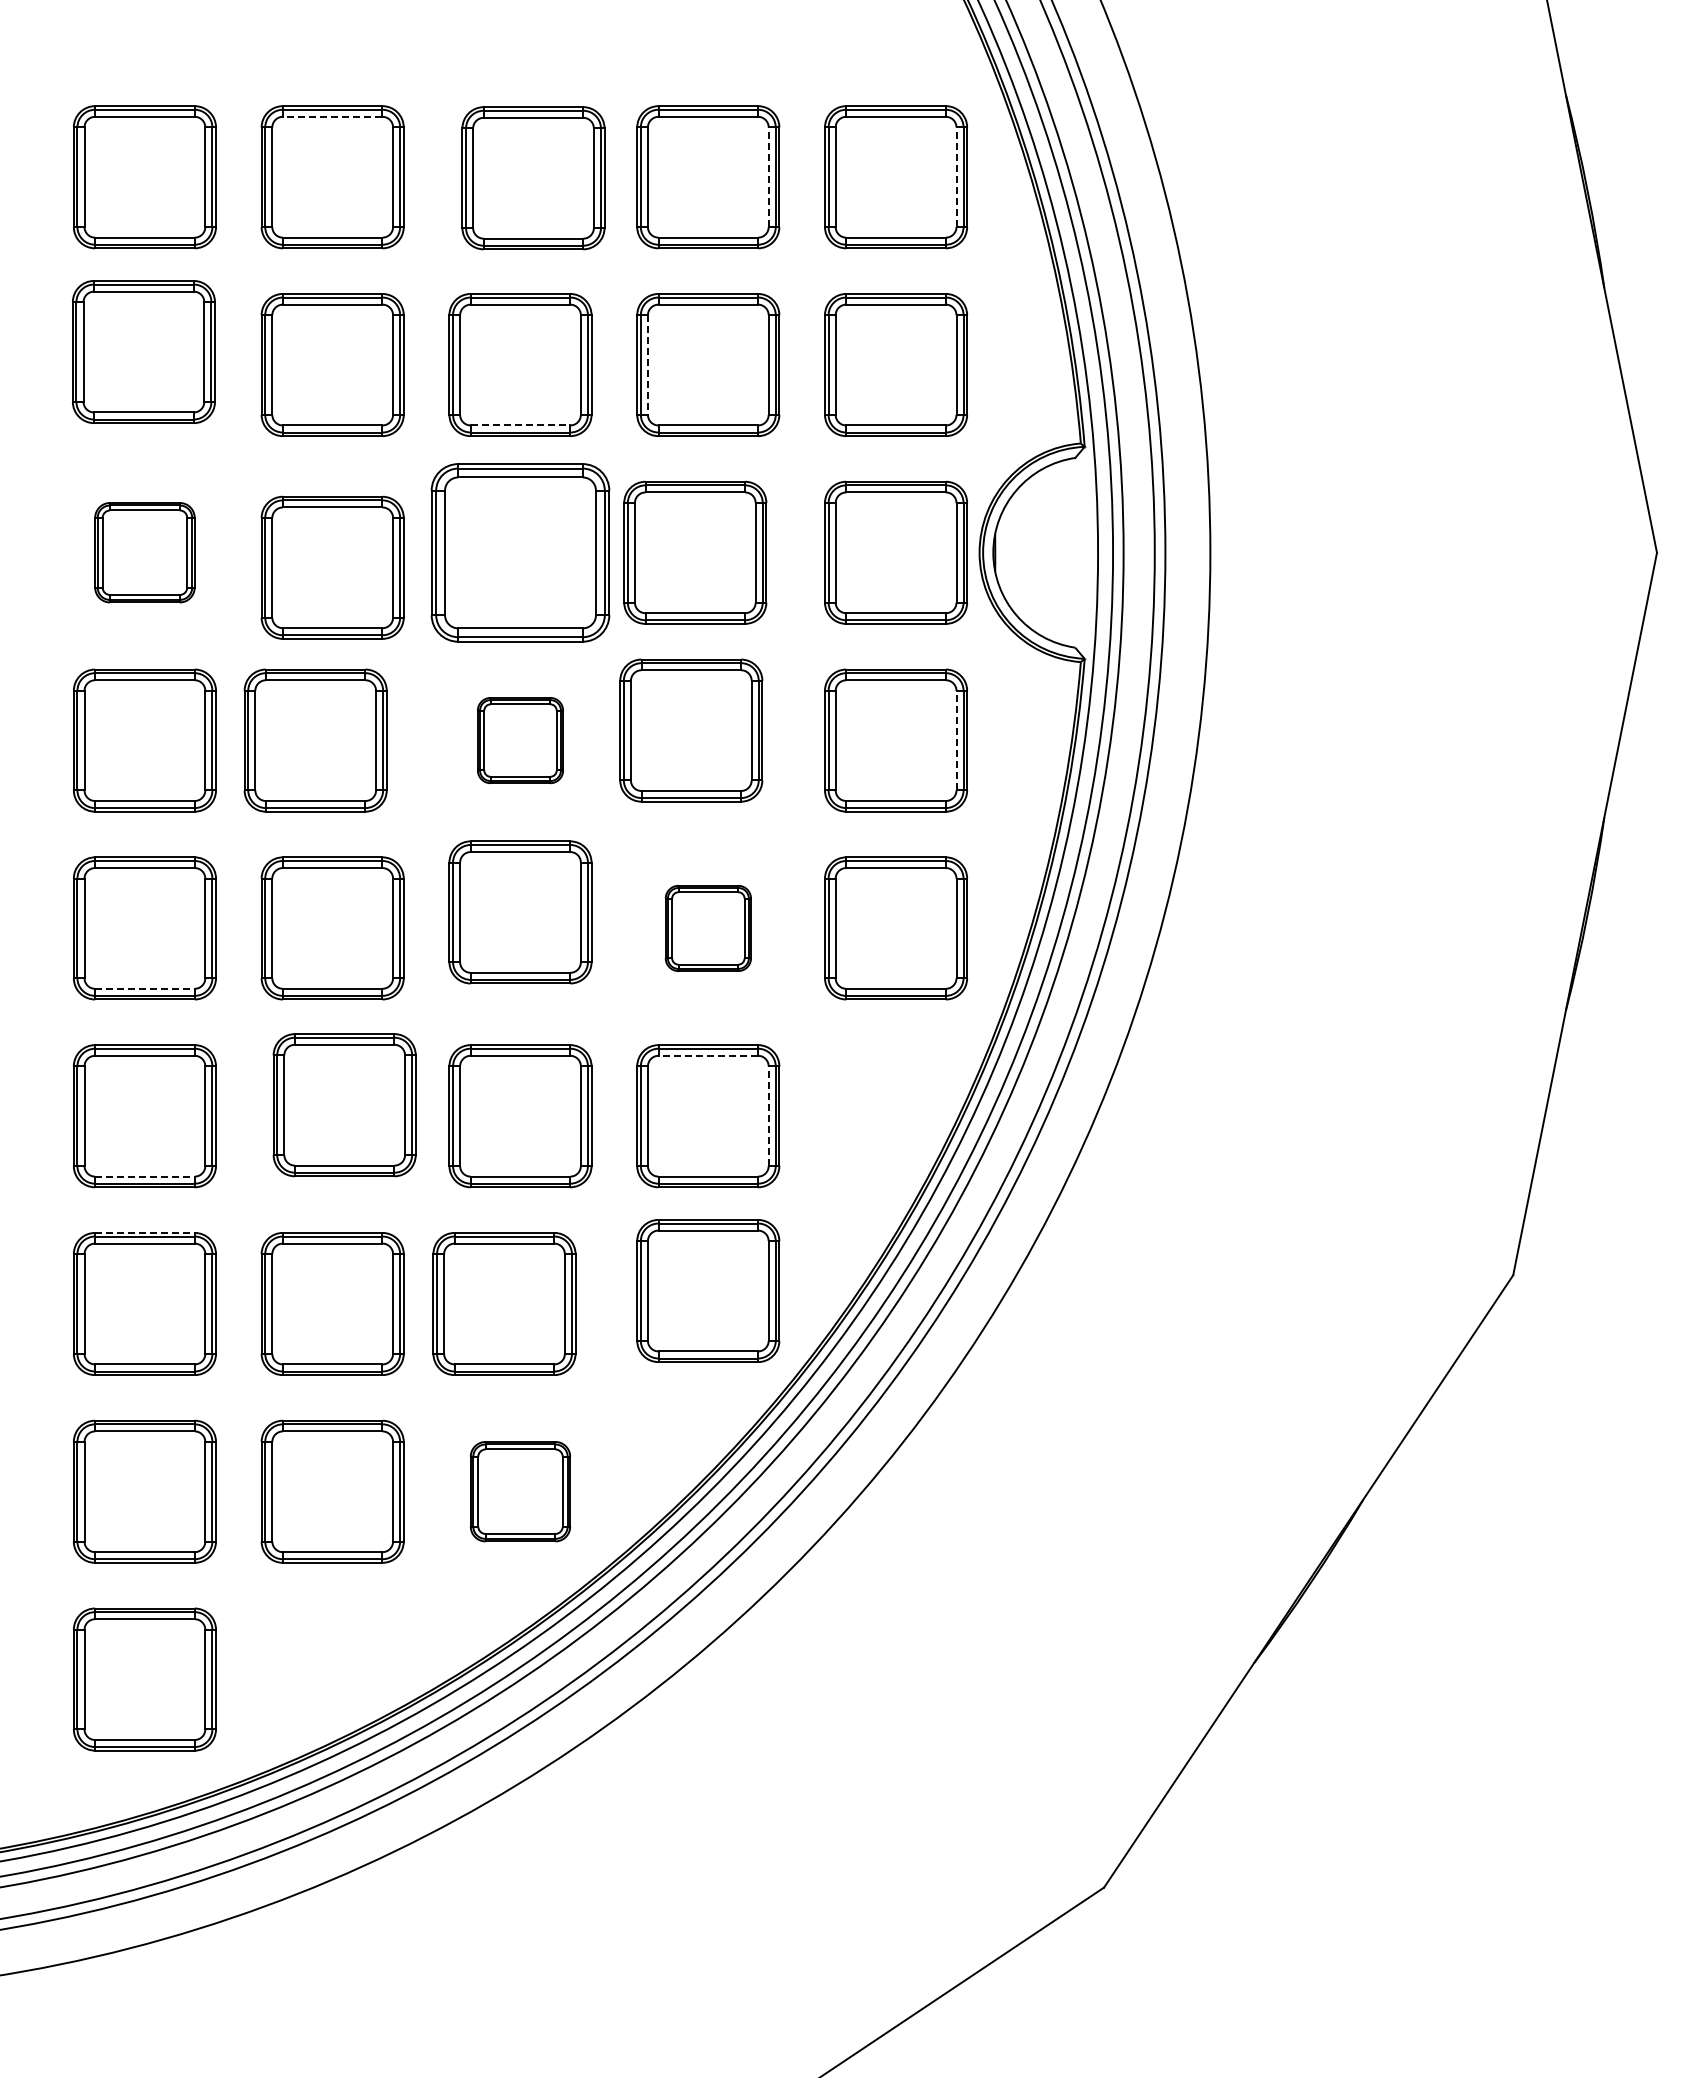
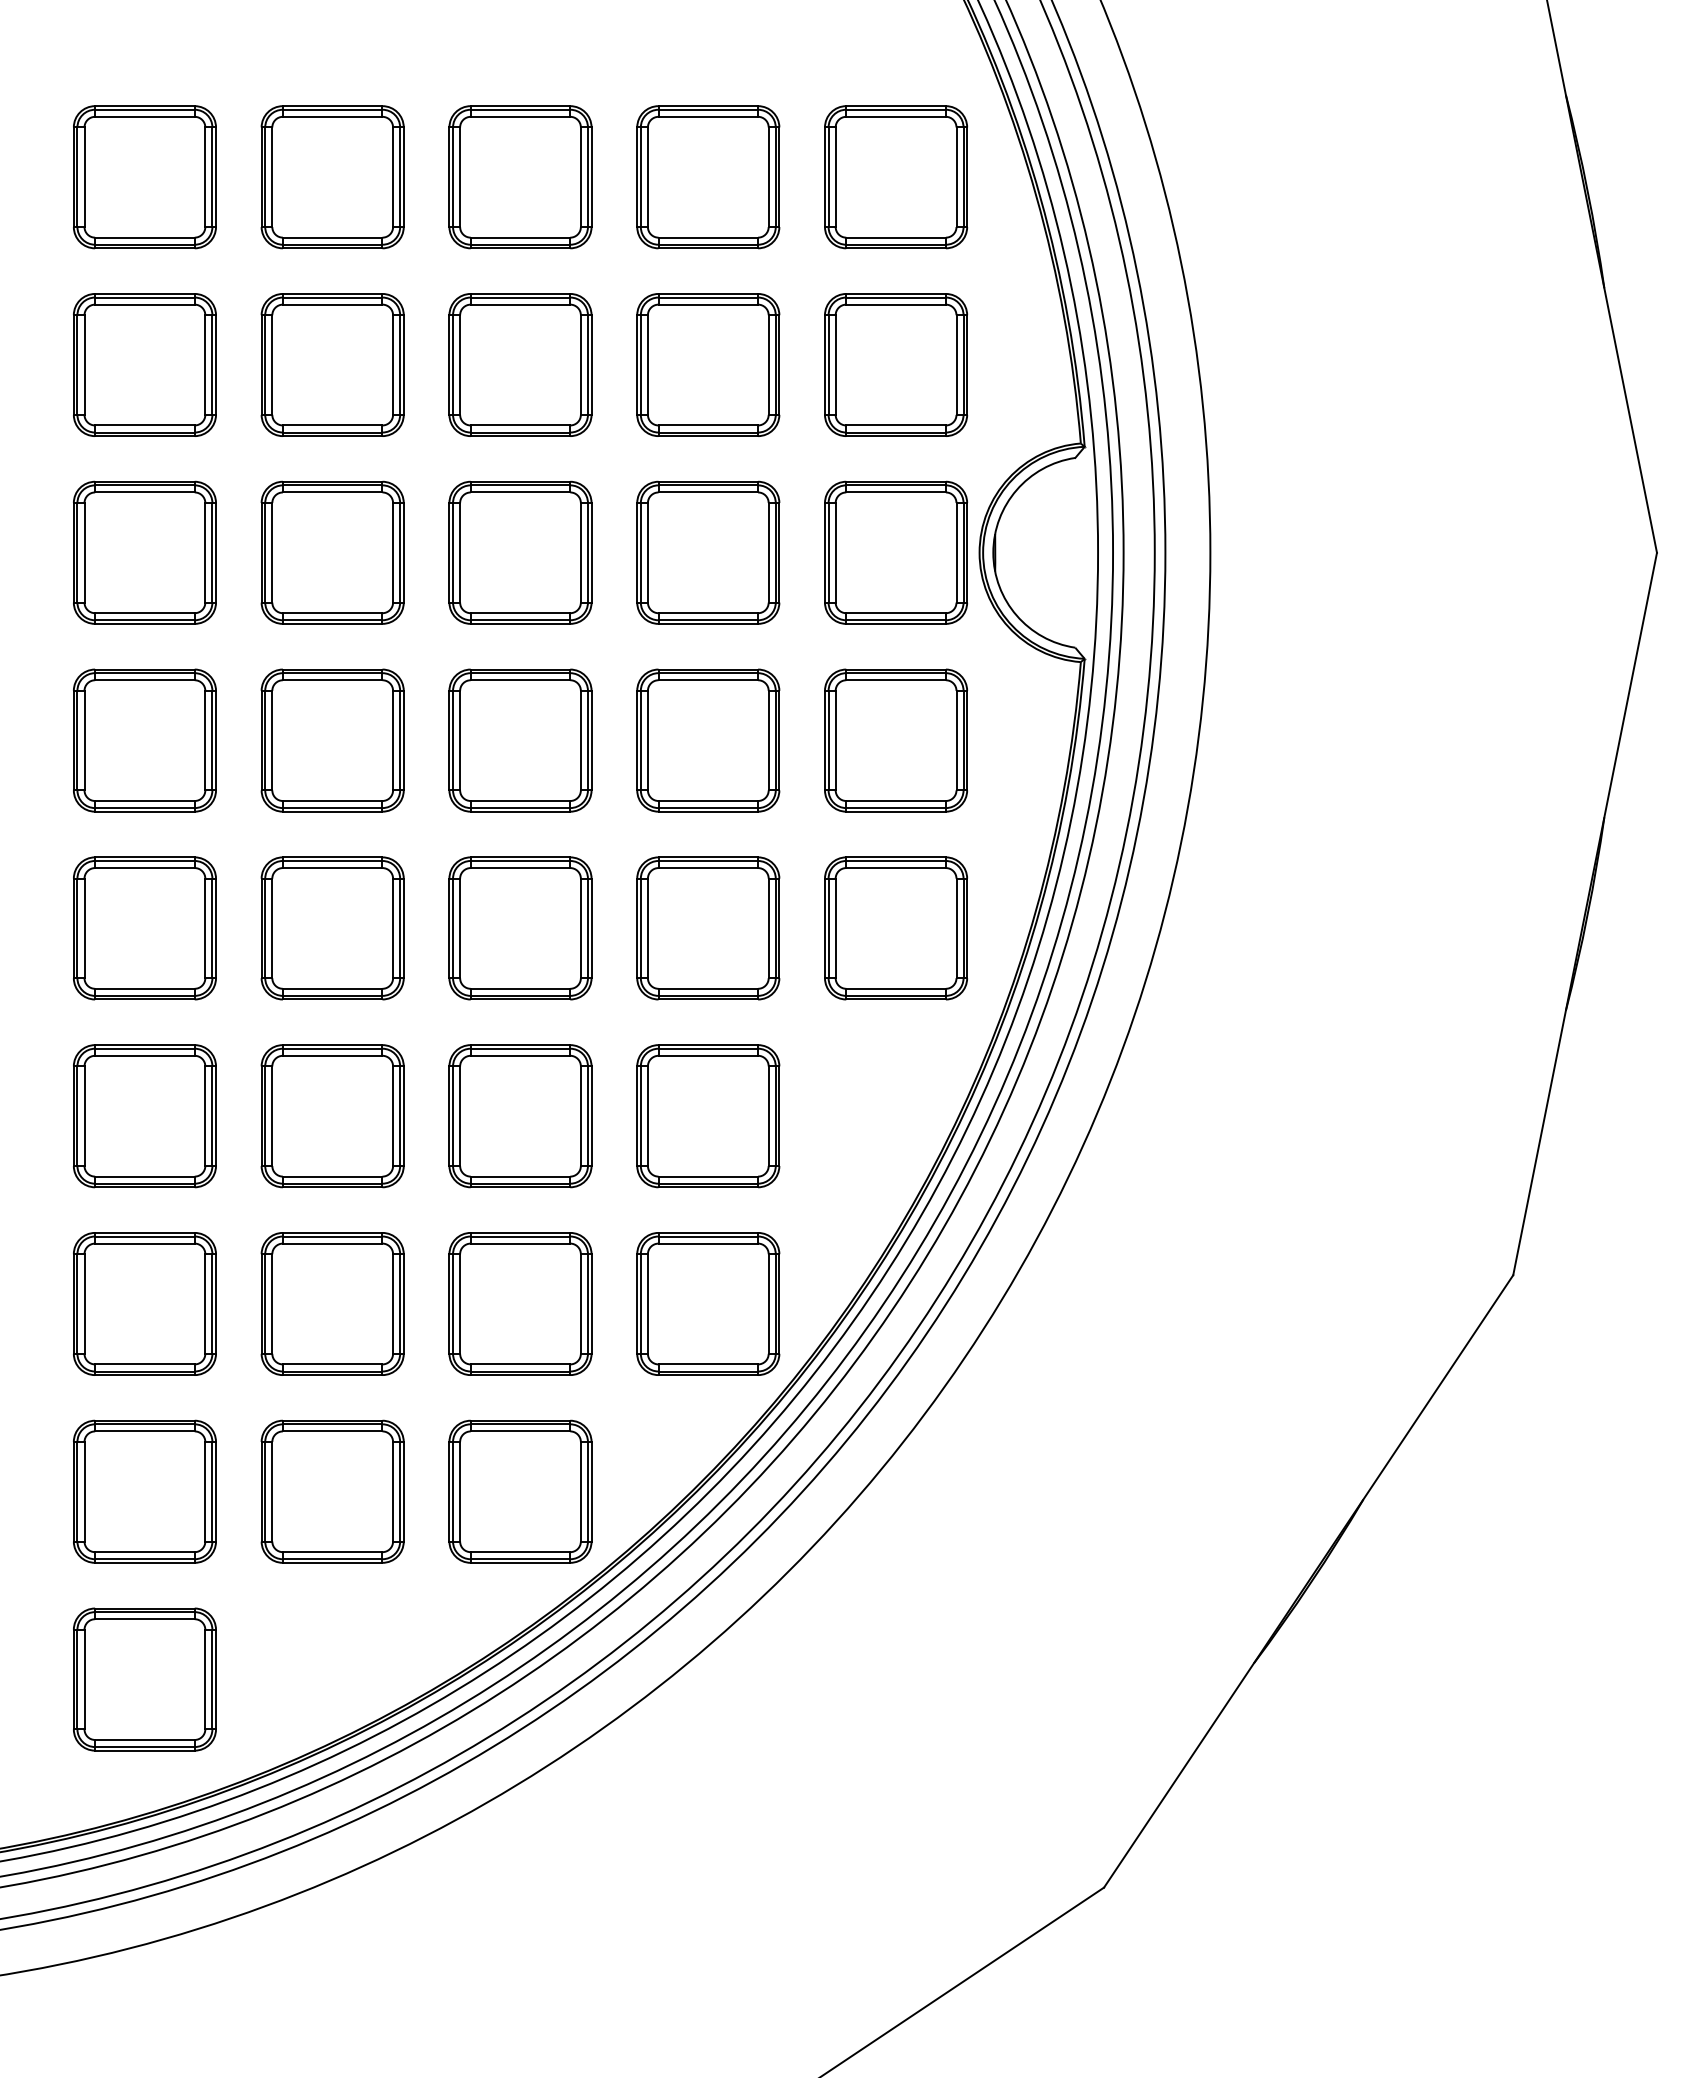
line at (332, 116): dashed -> solid
line at (768, 177): dashed -> solid
line at (956, 177): dashed -> solid
part at (533, 178) position: (533, 178) -> (520, 177)
part at (143, 351) position: (143, 351) -> (144, 364)
line at (647, 365): dashed -> solid
line at (520, 425): dashed -> solid
part at (144, 552) size: 102x102 px -> 144x145 px
part at (520, 552) size: 181x180 px -> 145x145 px
part at (695, 552) position: (695, 552) -> (708, 552)
part at (332, 567) position: (332, 567) -> (332, 552)
part at (691, 730) position: (691, 730) -> (708, 740)
part at (315, 740) position: (315, 740) -> (332, 740)
part at (520, 740) size: 87x88 px -> 145x145 px
line at (956, 740): dashed -> solid
part at (520, 912) position: (520, 912) -> (520, 928)
part at (707, 928) size: 88x87 px -> 145x145 px
line at (144, 988): dashed -> solid
line at (708, 1055): dashed -> solid
part at (344, 1105) position: (344, 1105) -> (332, 1116)
line at (768, 1116): dashed -> solid
line at (144, 1176): dashed -> solid
line at (144, 1232): dashed -> solid
part at (708, 1290) position: (708, 1290) -> (708, 1303)
part at (504, 1303) position: (504, 1303) -> (520, 1303)
part at (520, 1491) size: 103x102 px -> 145x145 px
